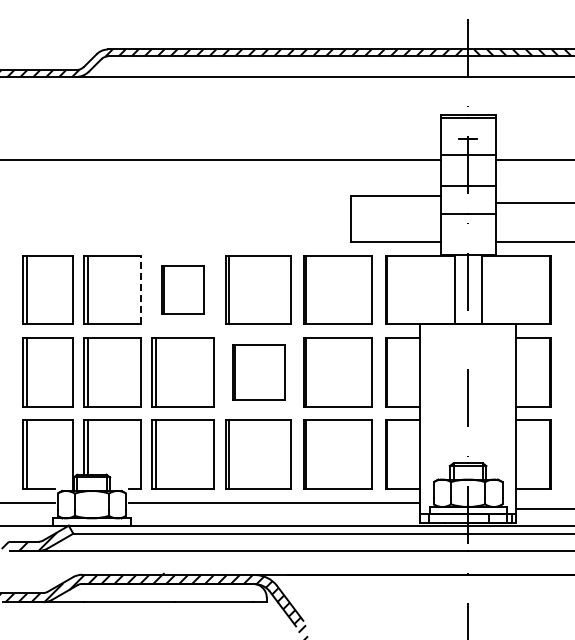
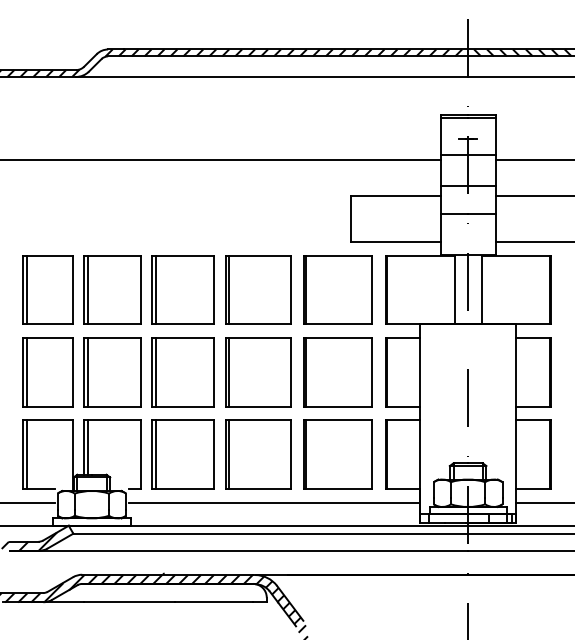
line at (533, 203) position: (533, 203) -> (533, 196)
line at (140, 289): dashed -> solid
part at (182, 289) size: 44x50 px -> 64x70 px
part at (258, 372) size: 54x57 px -> 67x71 px
line at (543, 508) position: (543, 508) -> (543, 502)
